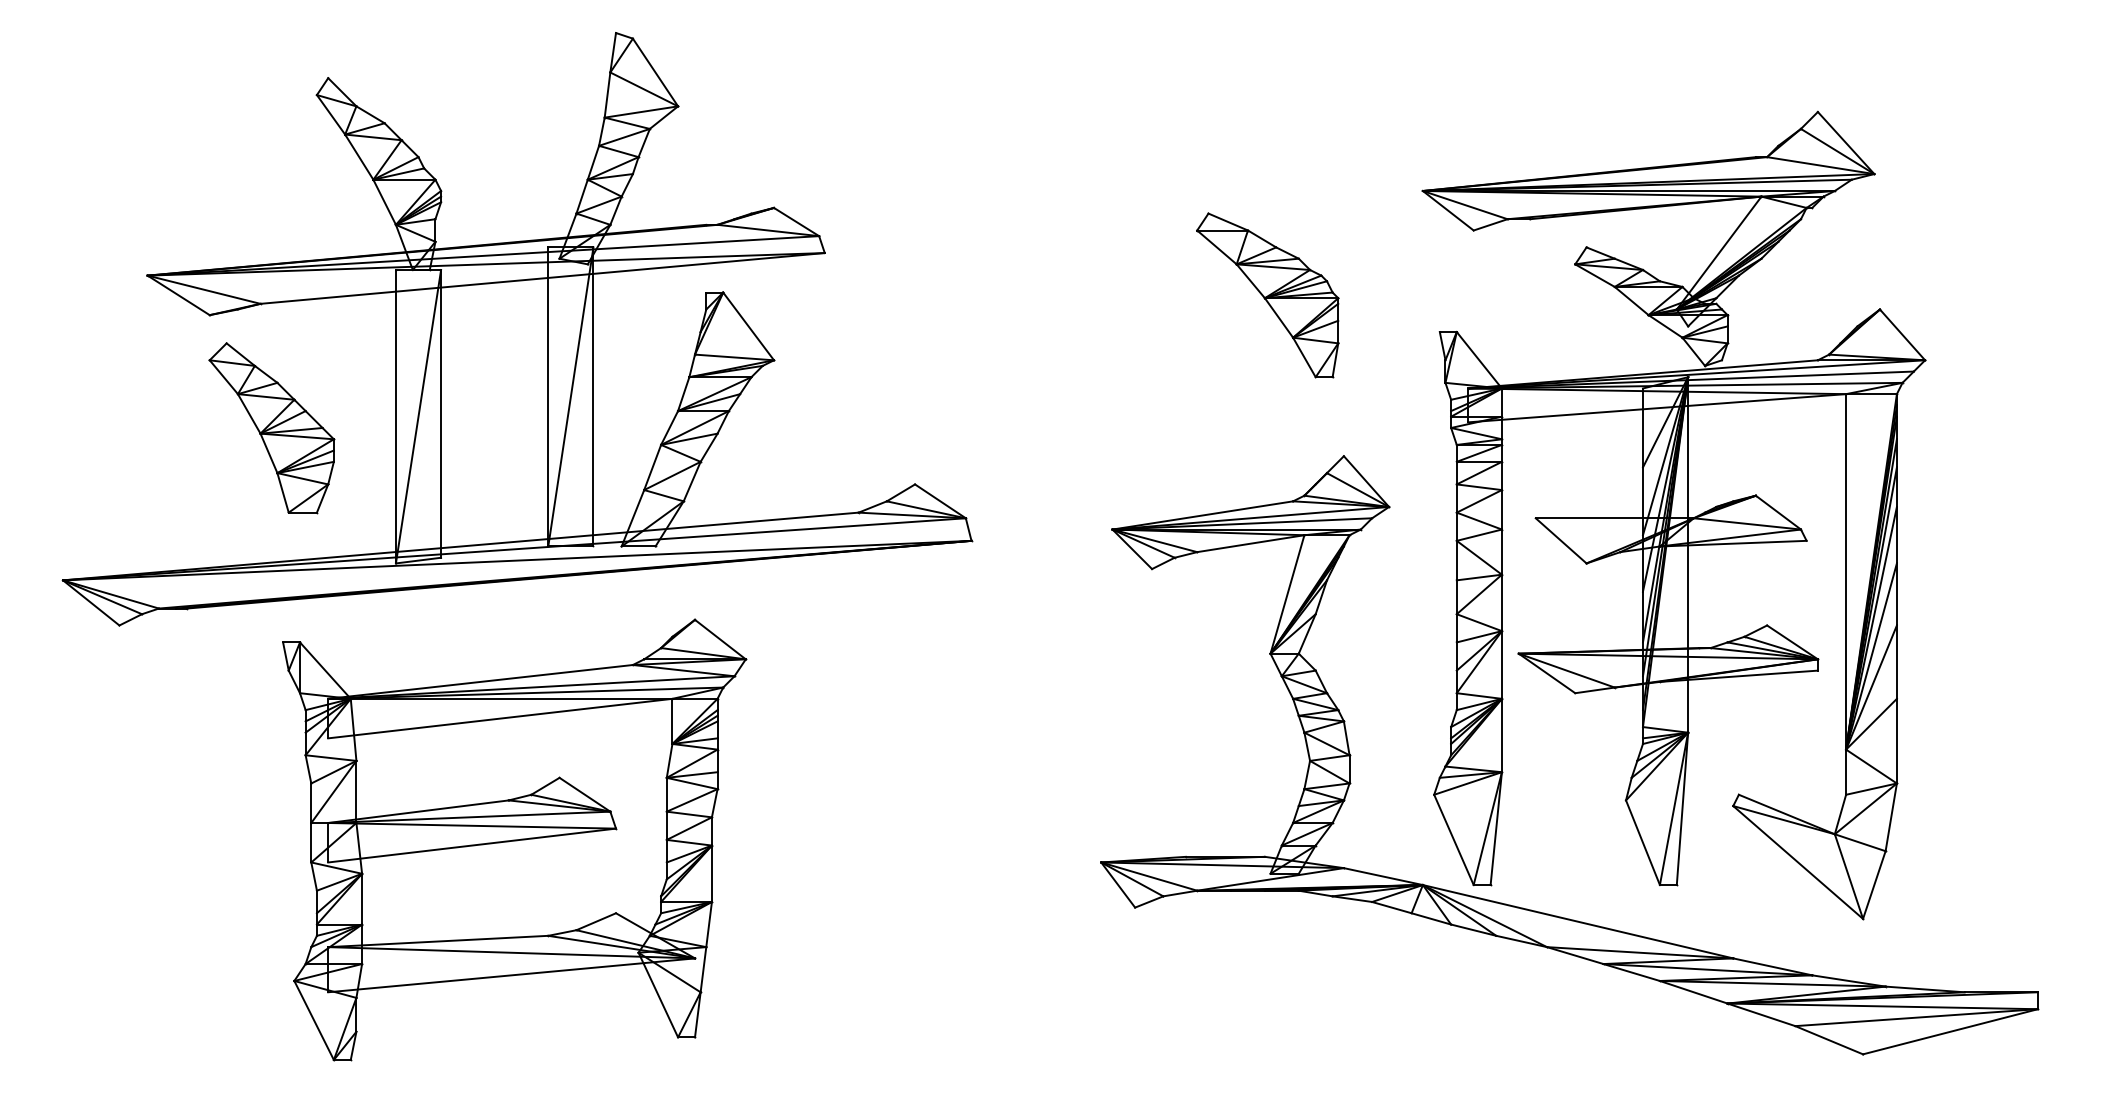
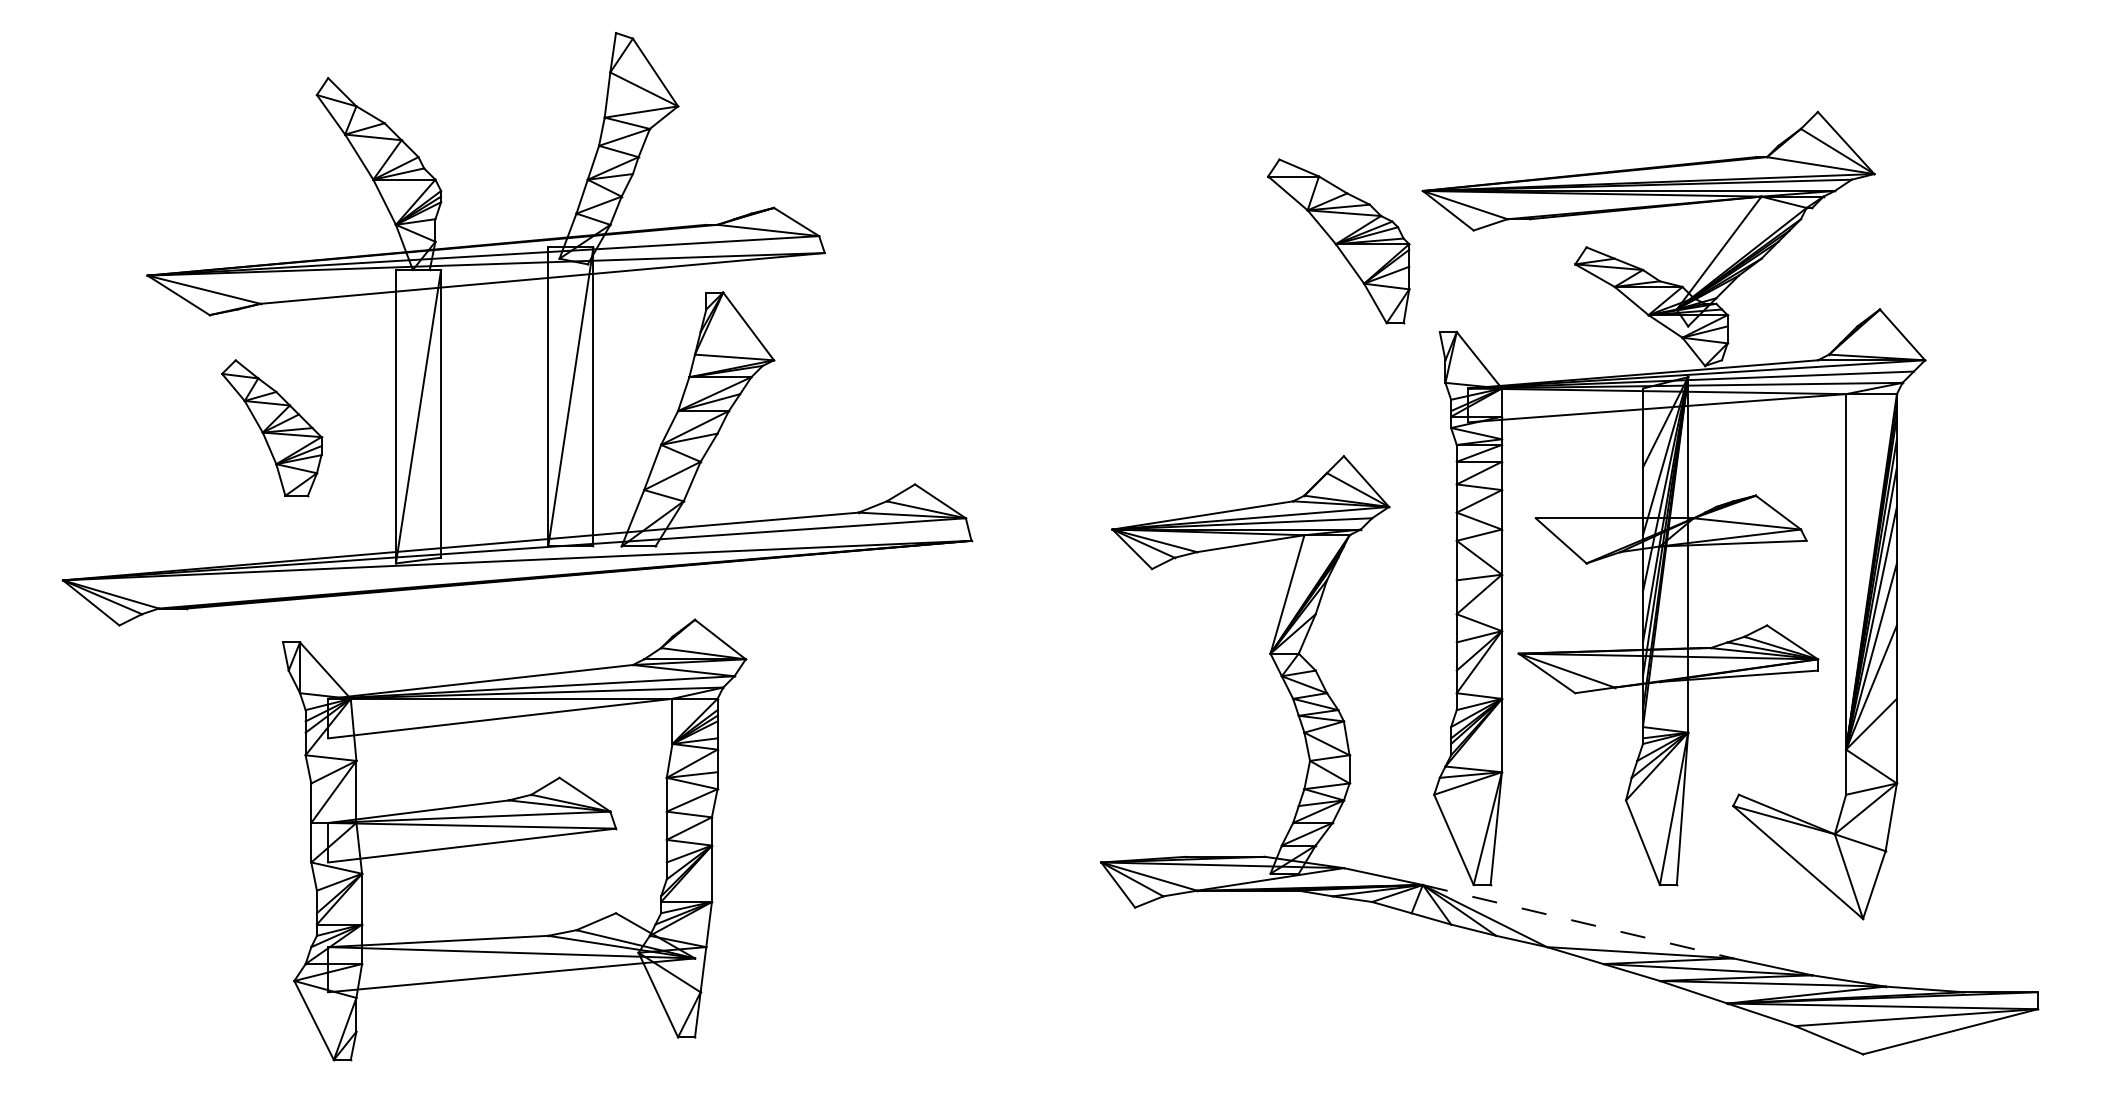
part at (1267, 295) position: (1267, 295) -> (1338, 241)
part at (271, 428) size: 128x173 px -> 103x139 px
line at (1578, 921): solid -> dashed
